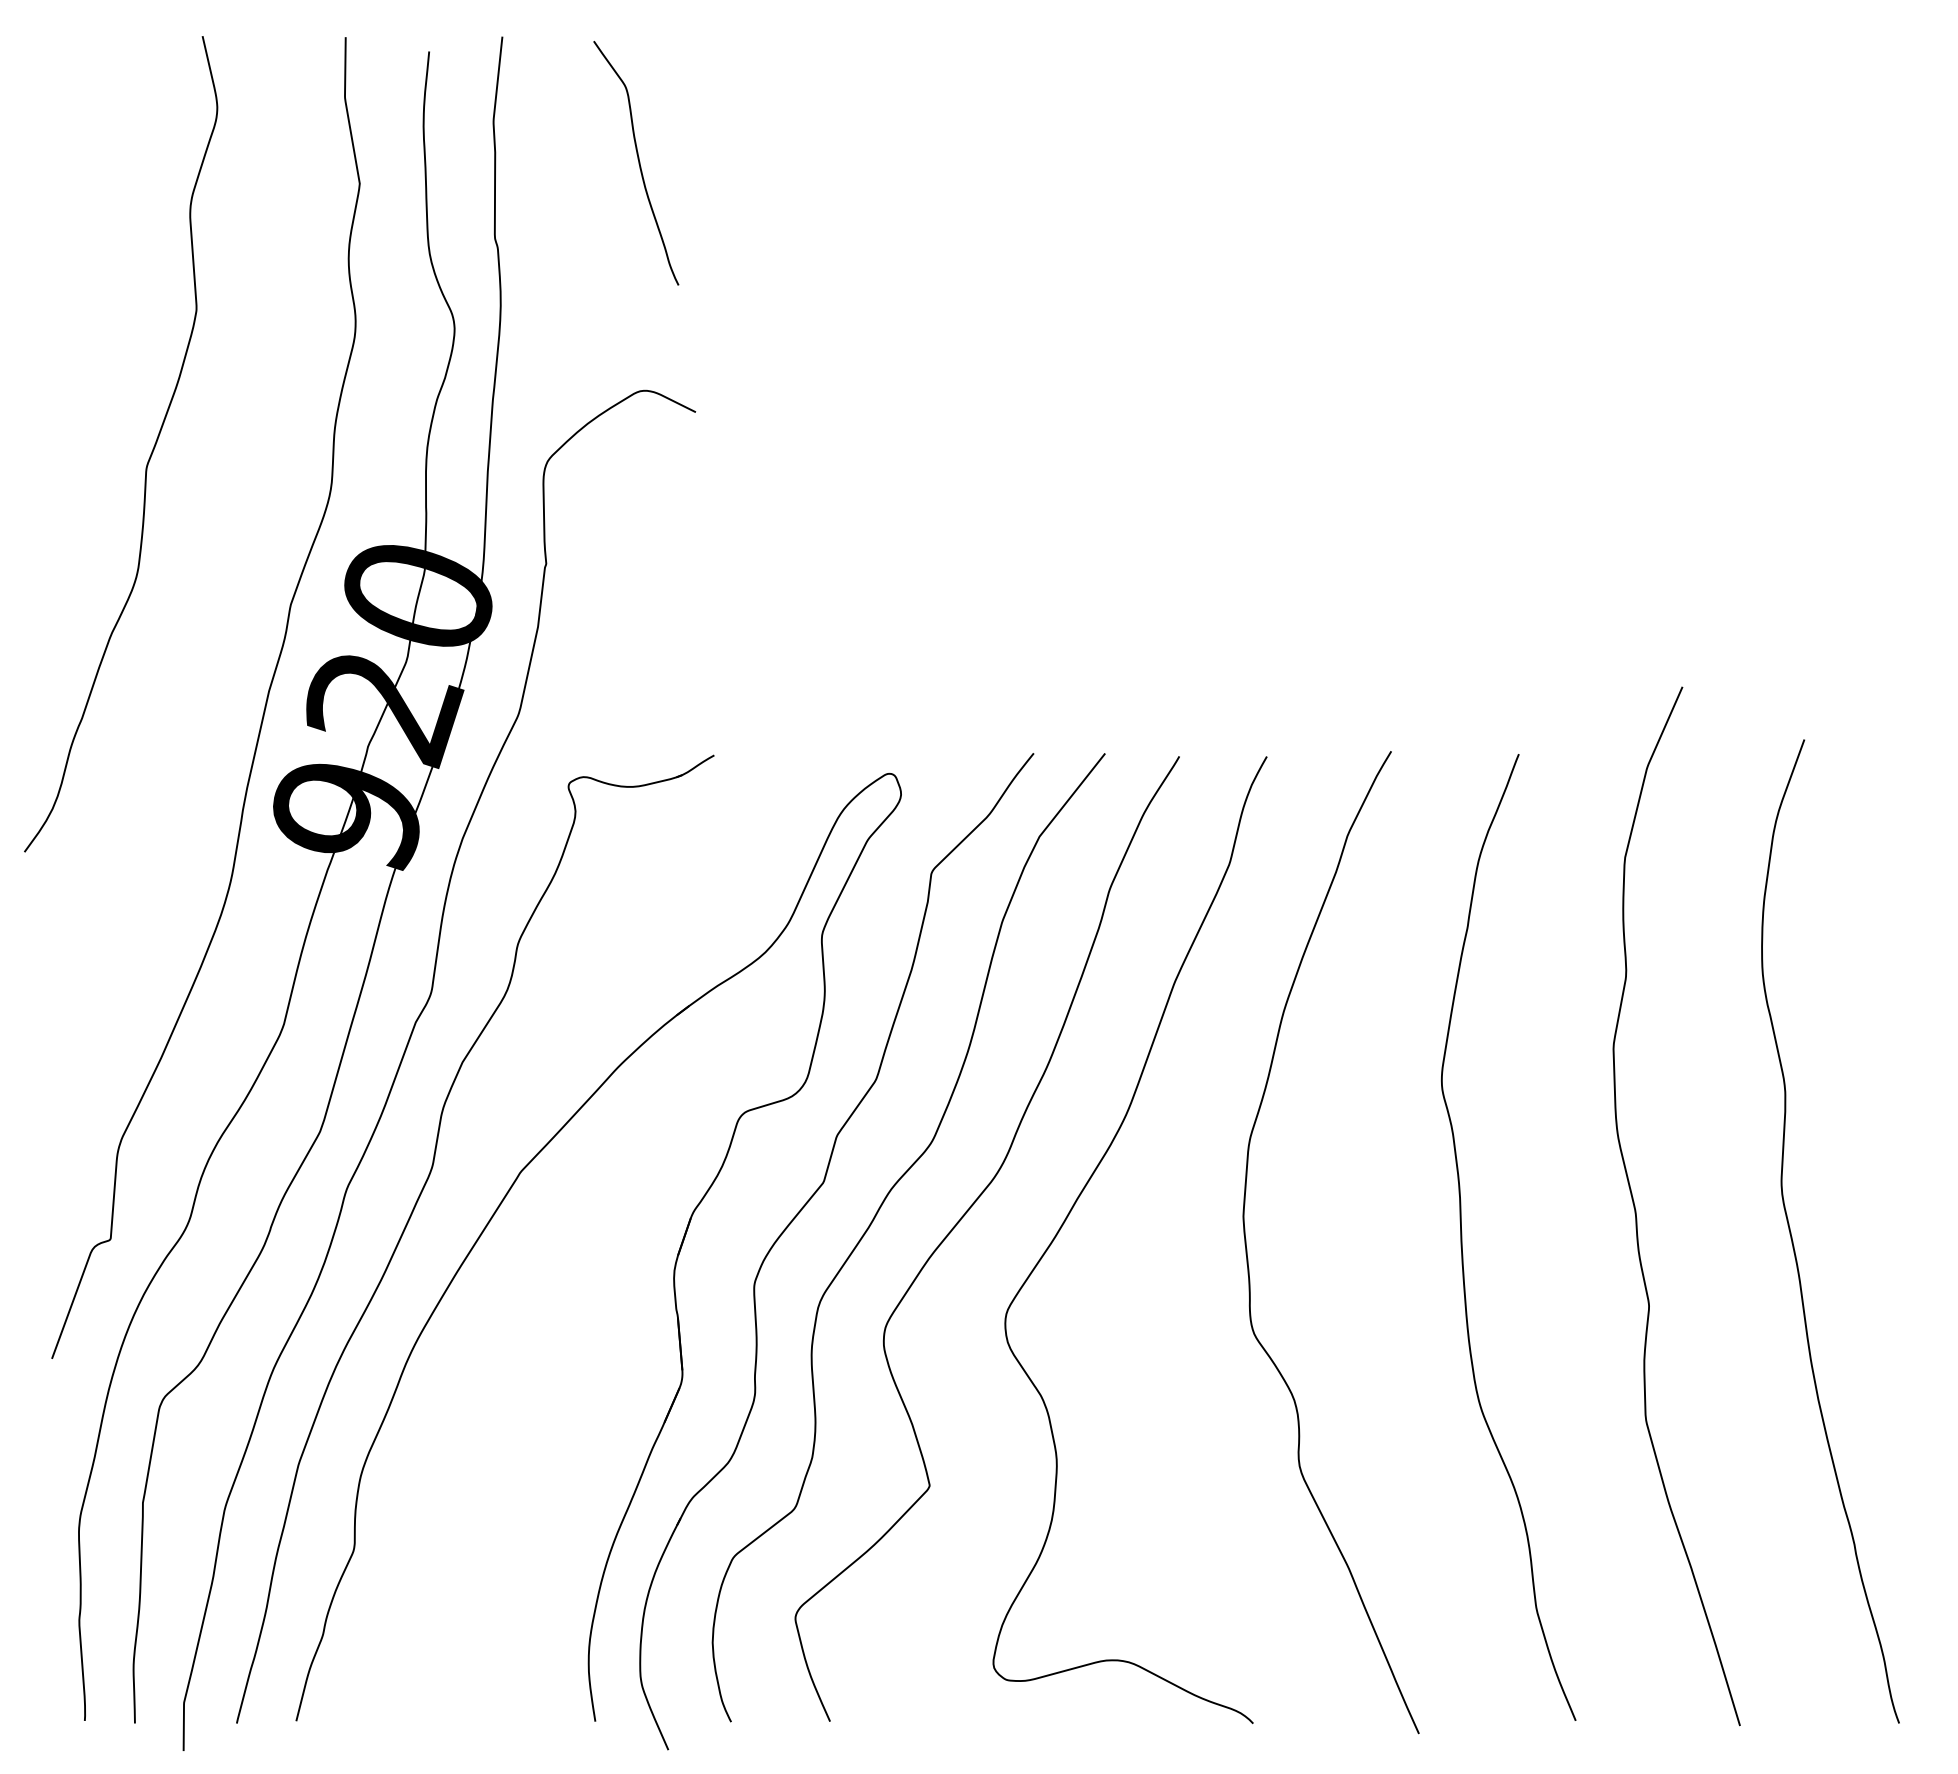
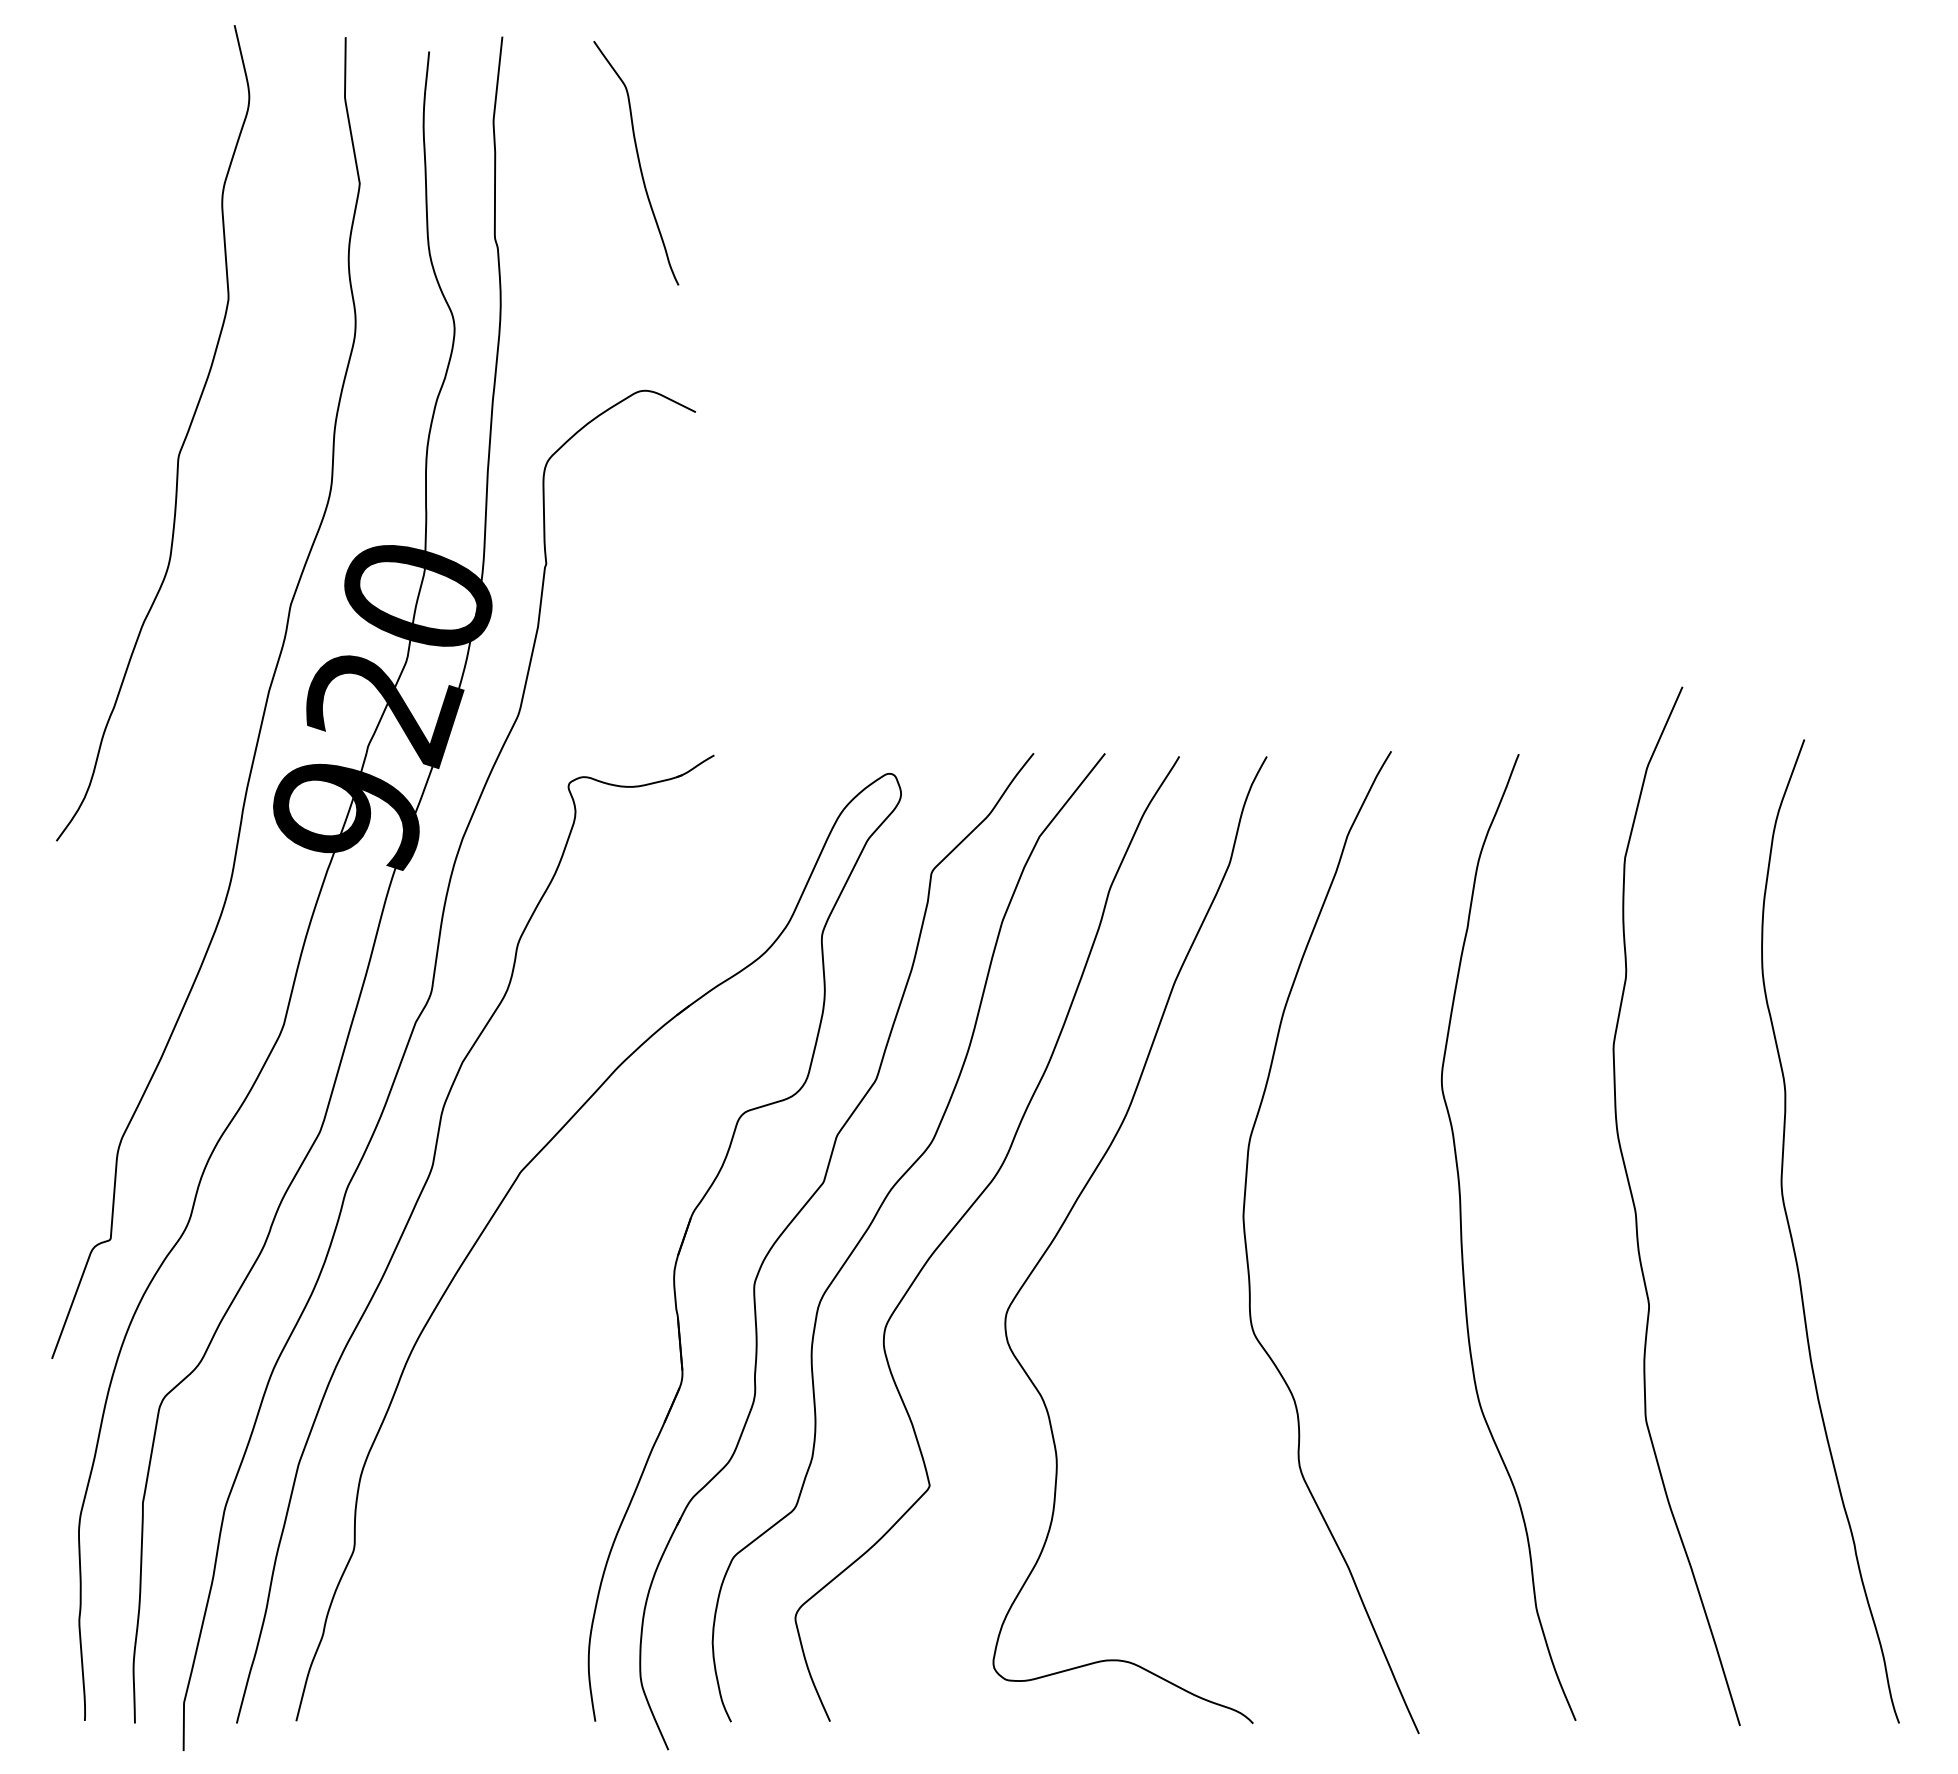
curve at (148, 458) position: (148, 458) -> (180, 447)
